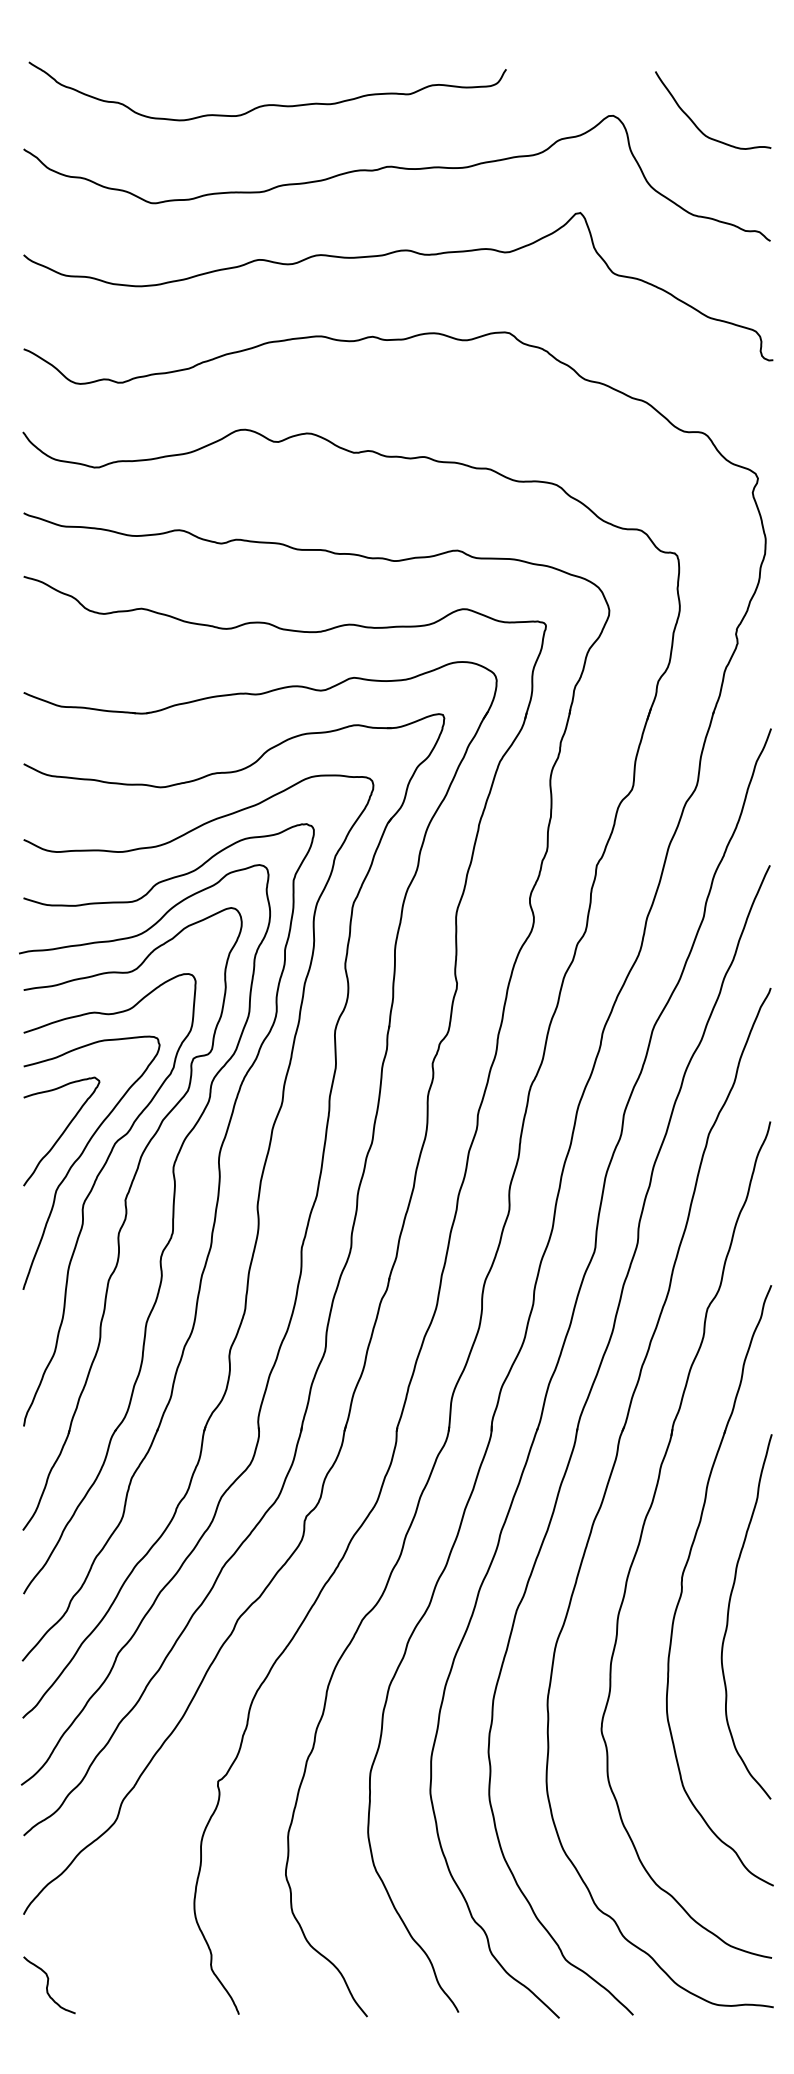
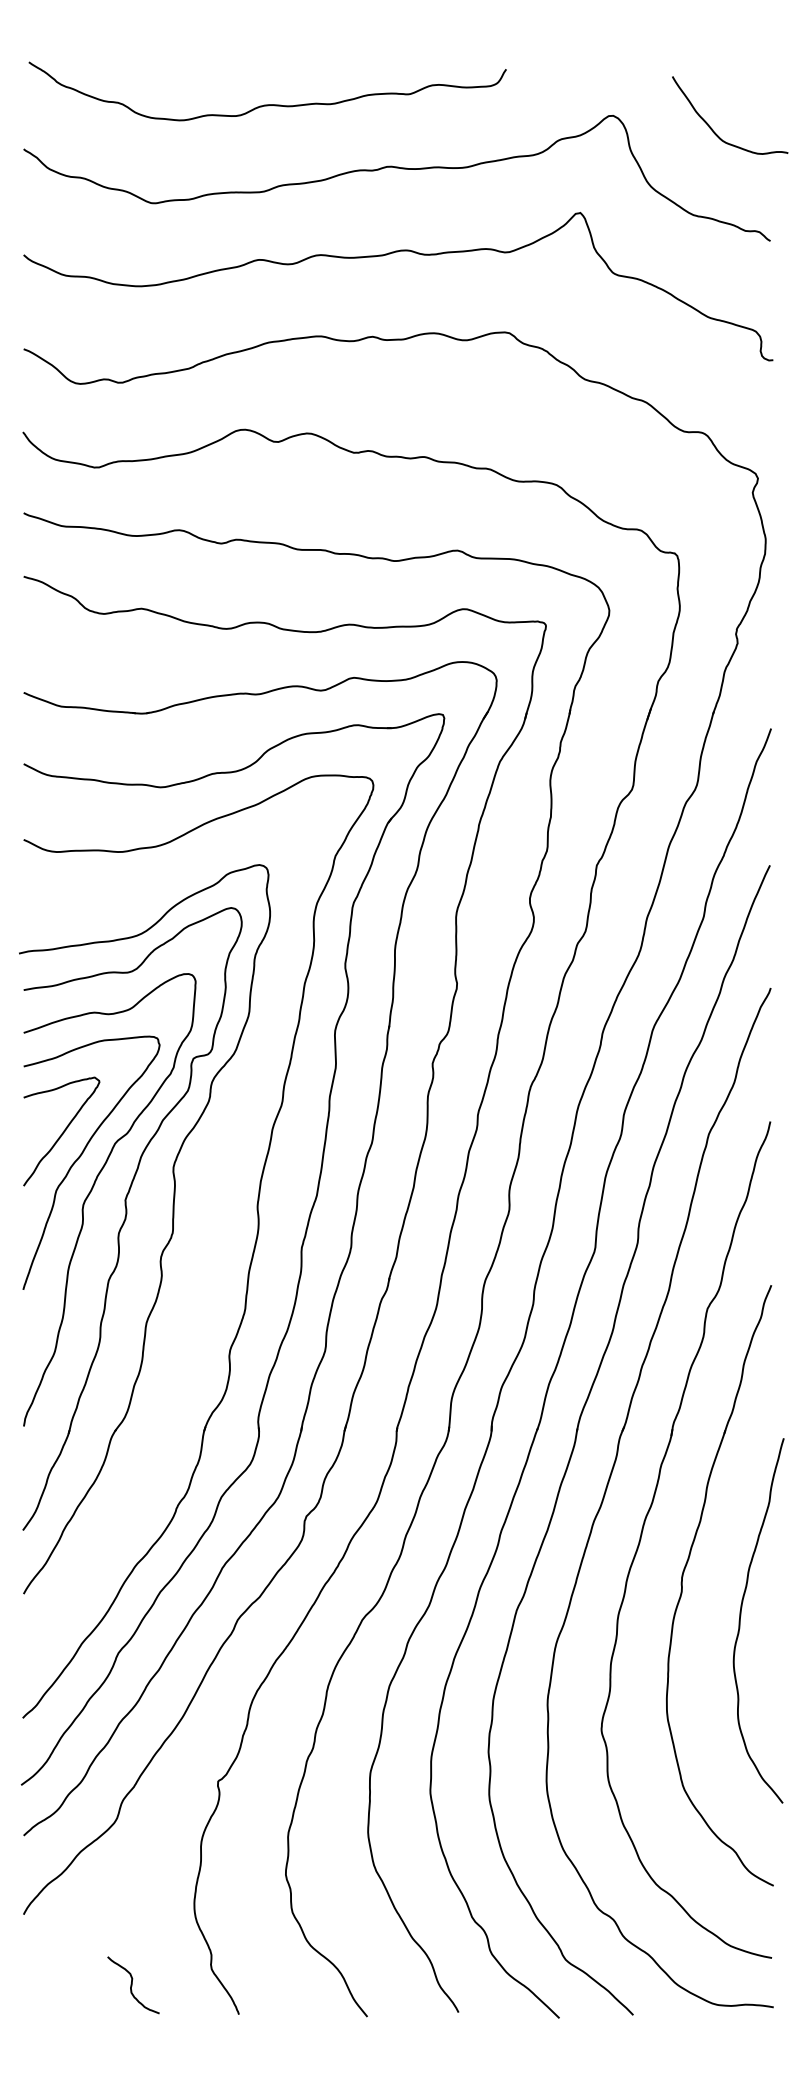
curve at (695, 123) position: (695, 123) -> (712, 128)
part at (206, 1256): present -> none
curve at (729, 1612) position: (729, 1612) -> (741, 1616)
curve at (48, 1985) position: (48, 1985) -> (132, 1985)
